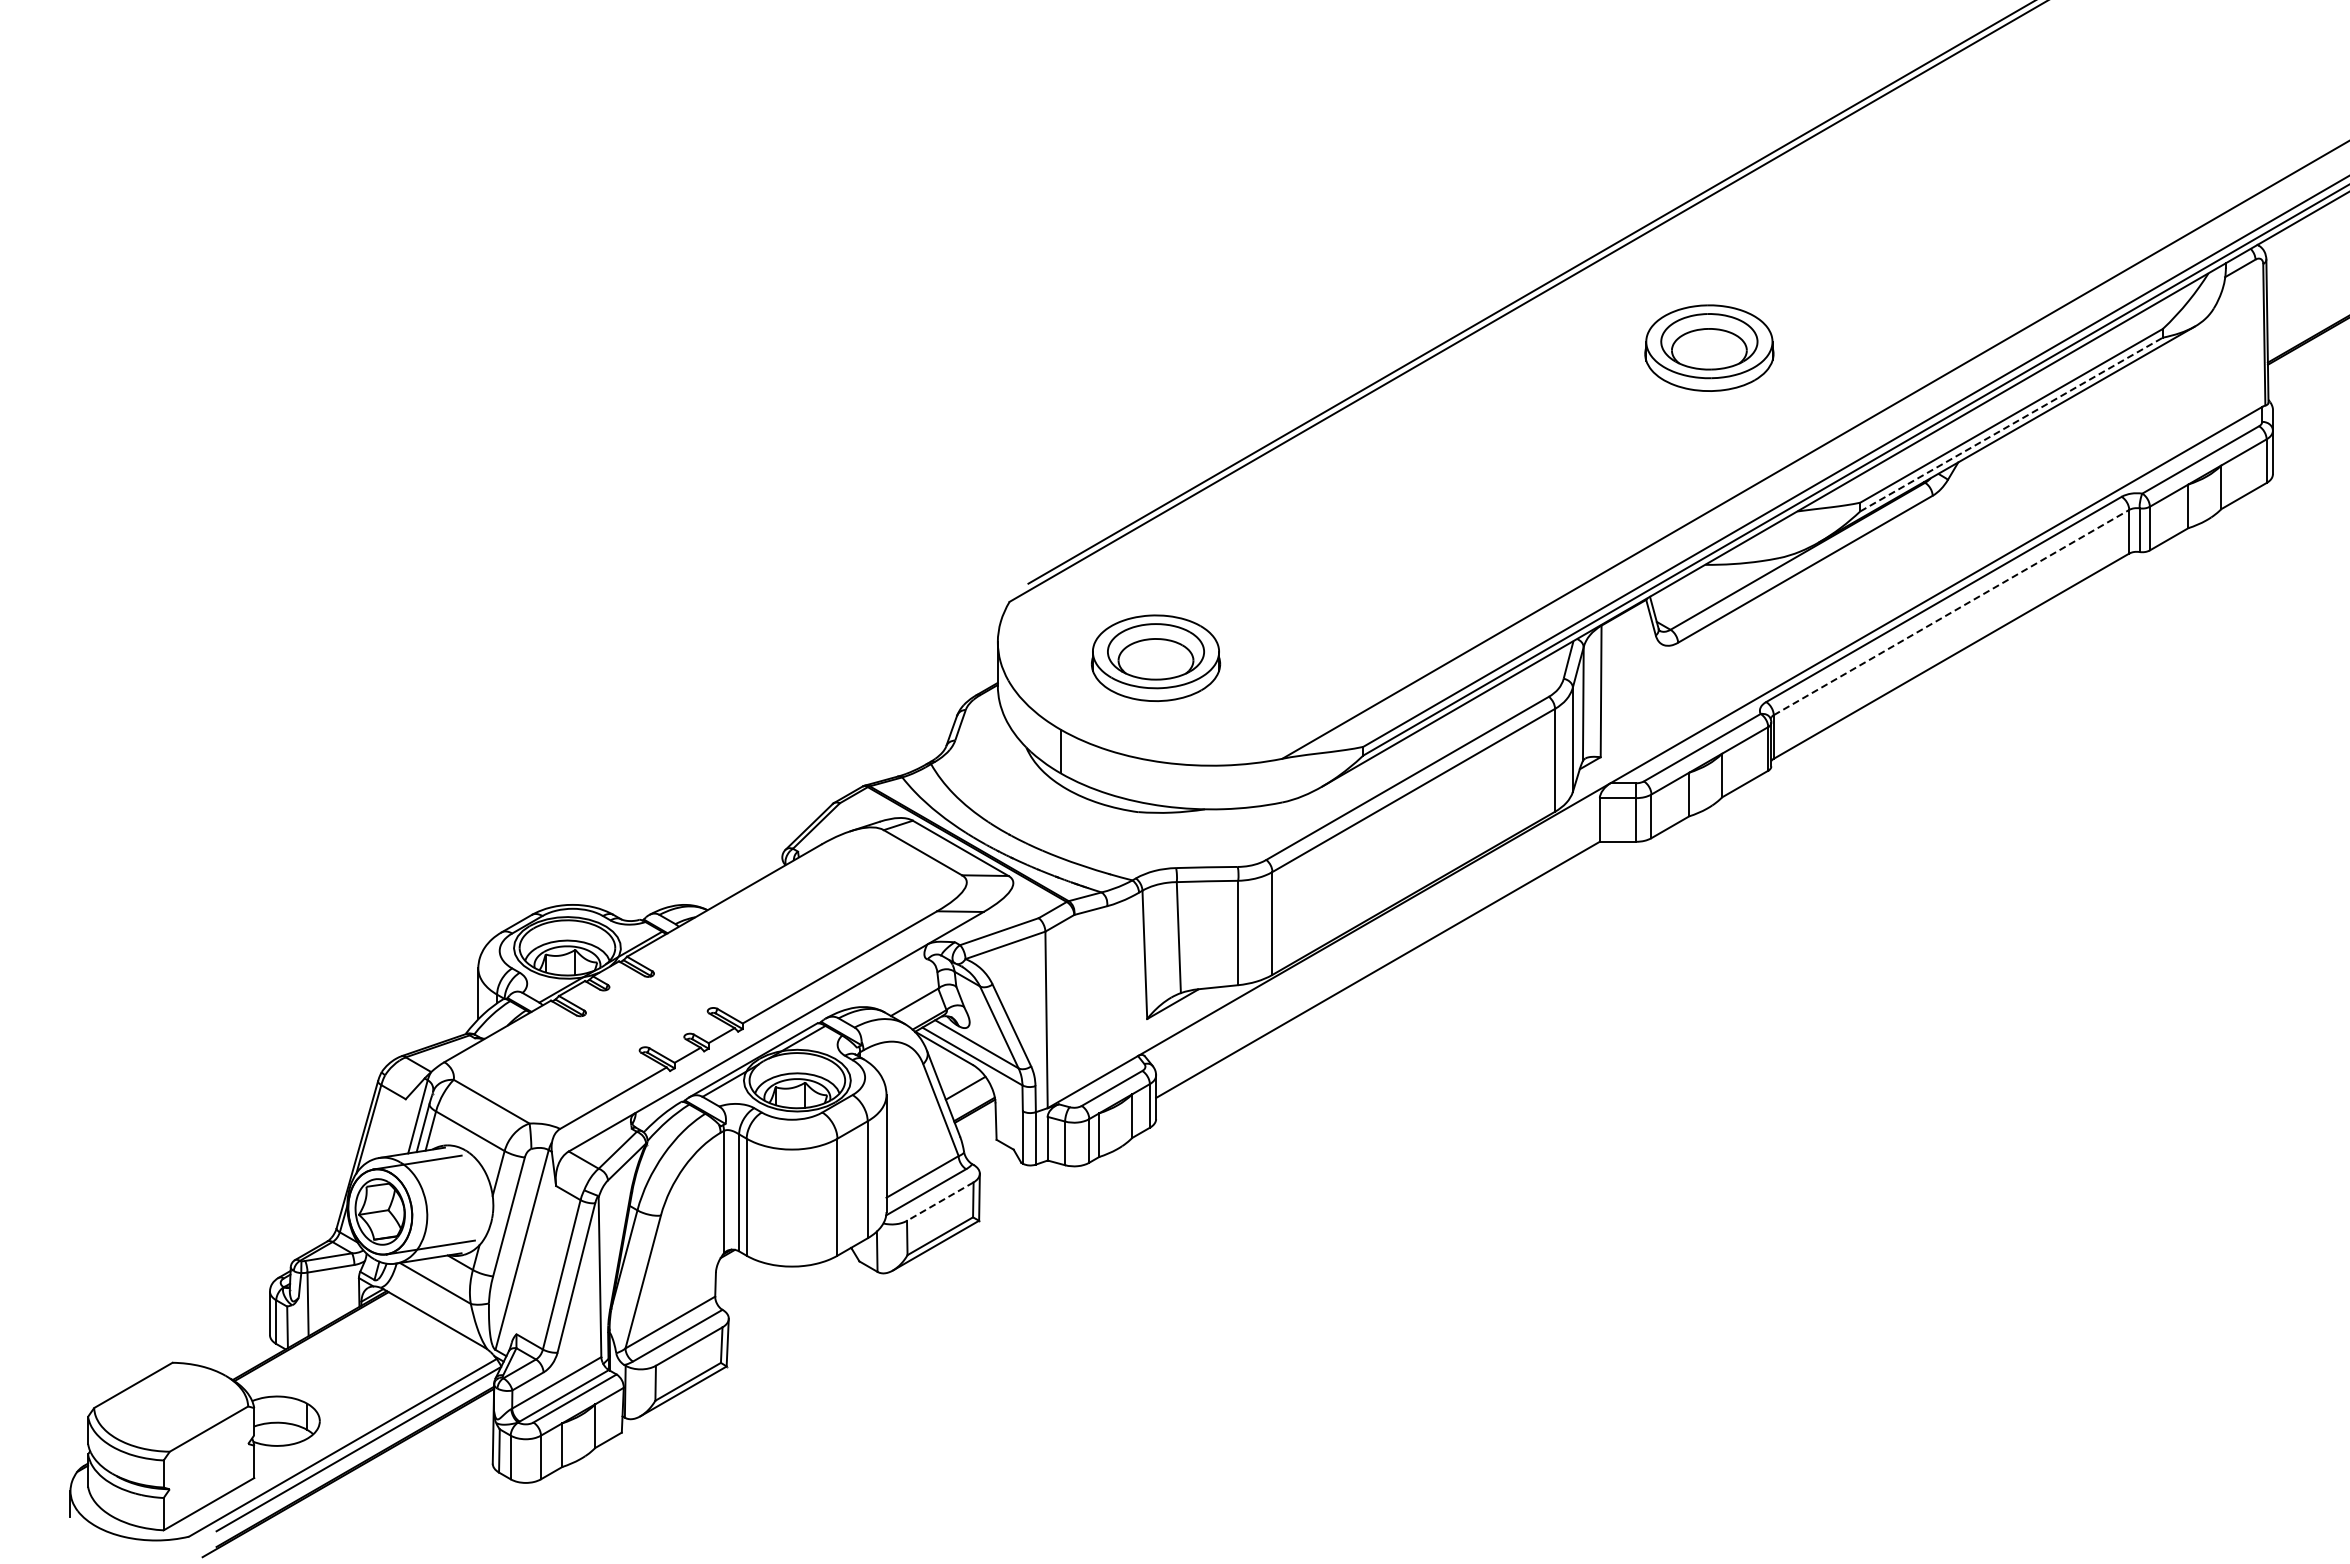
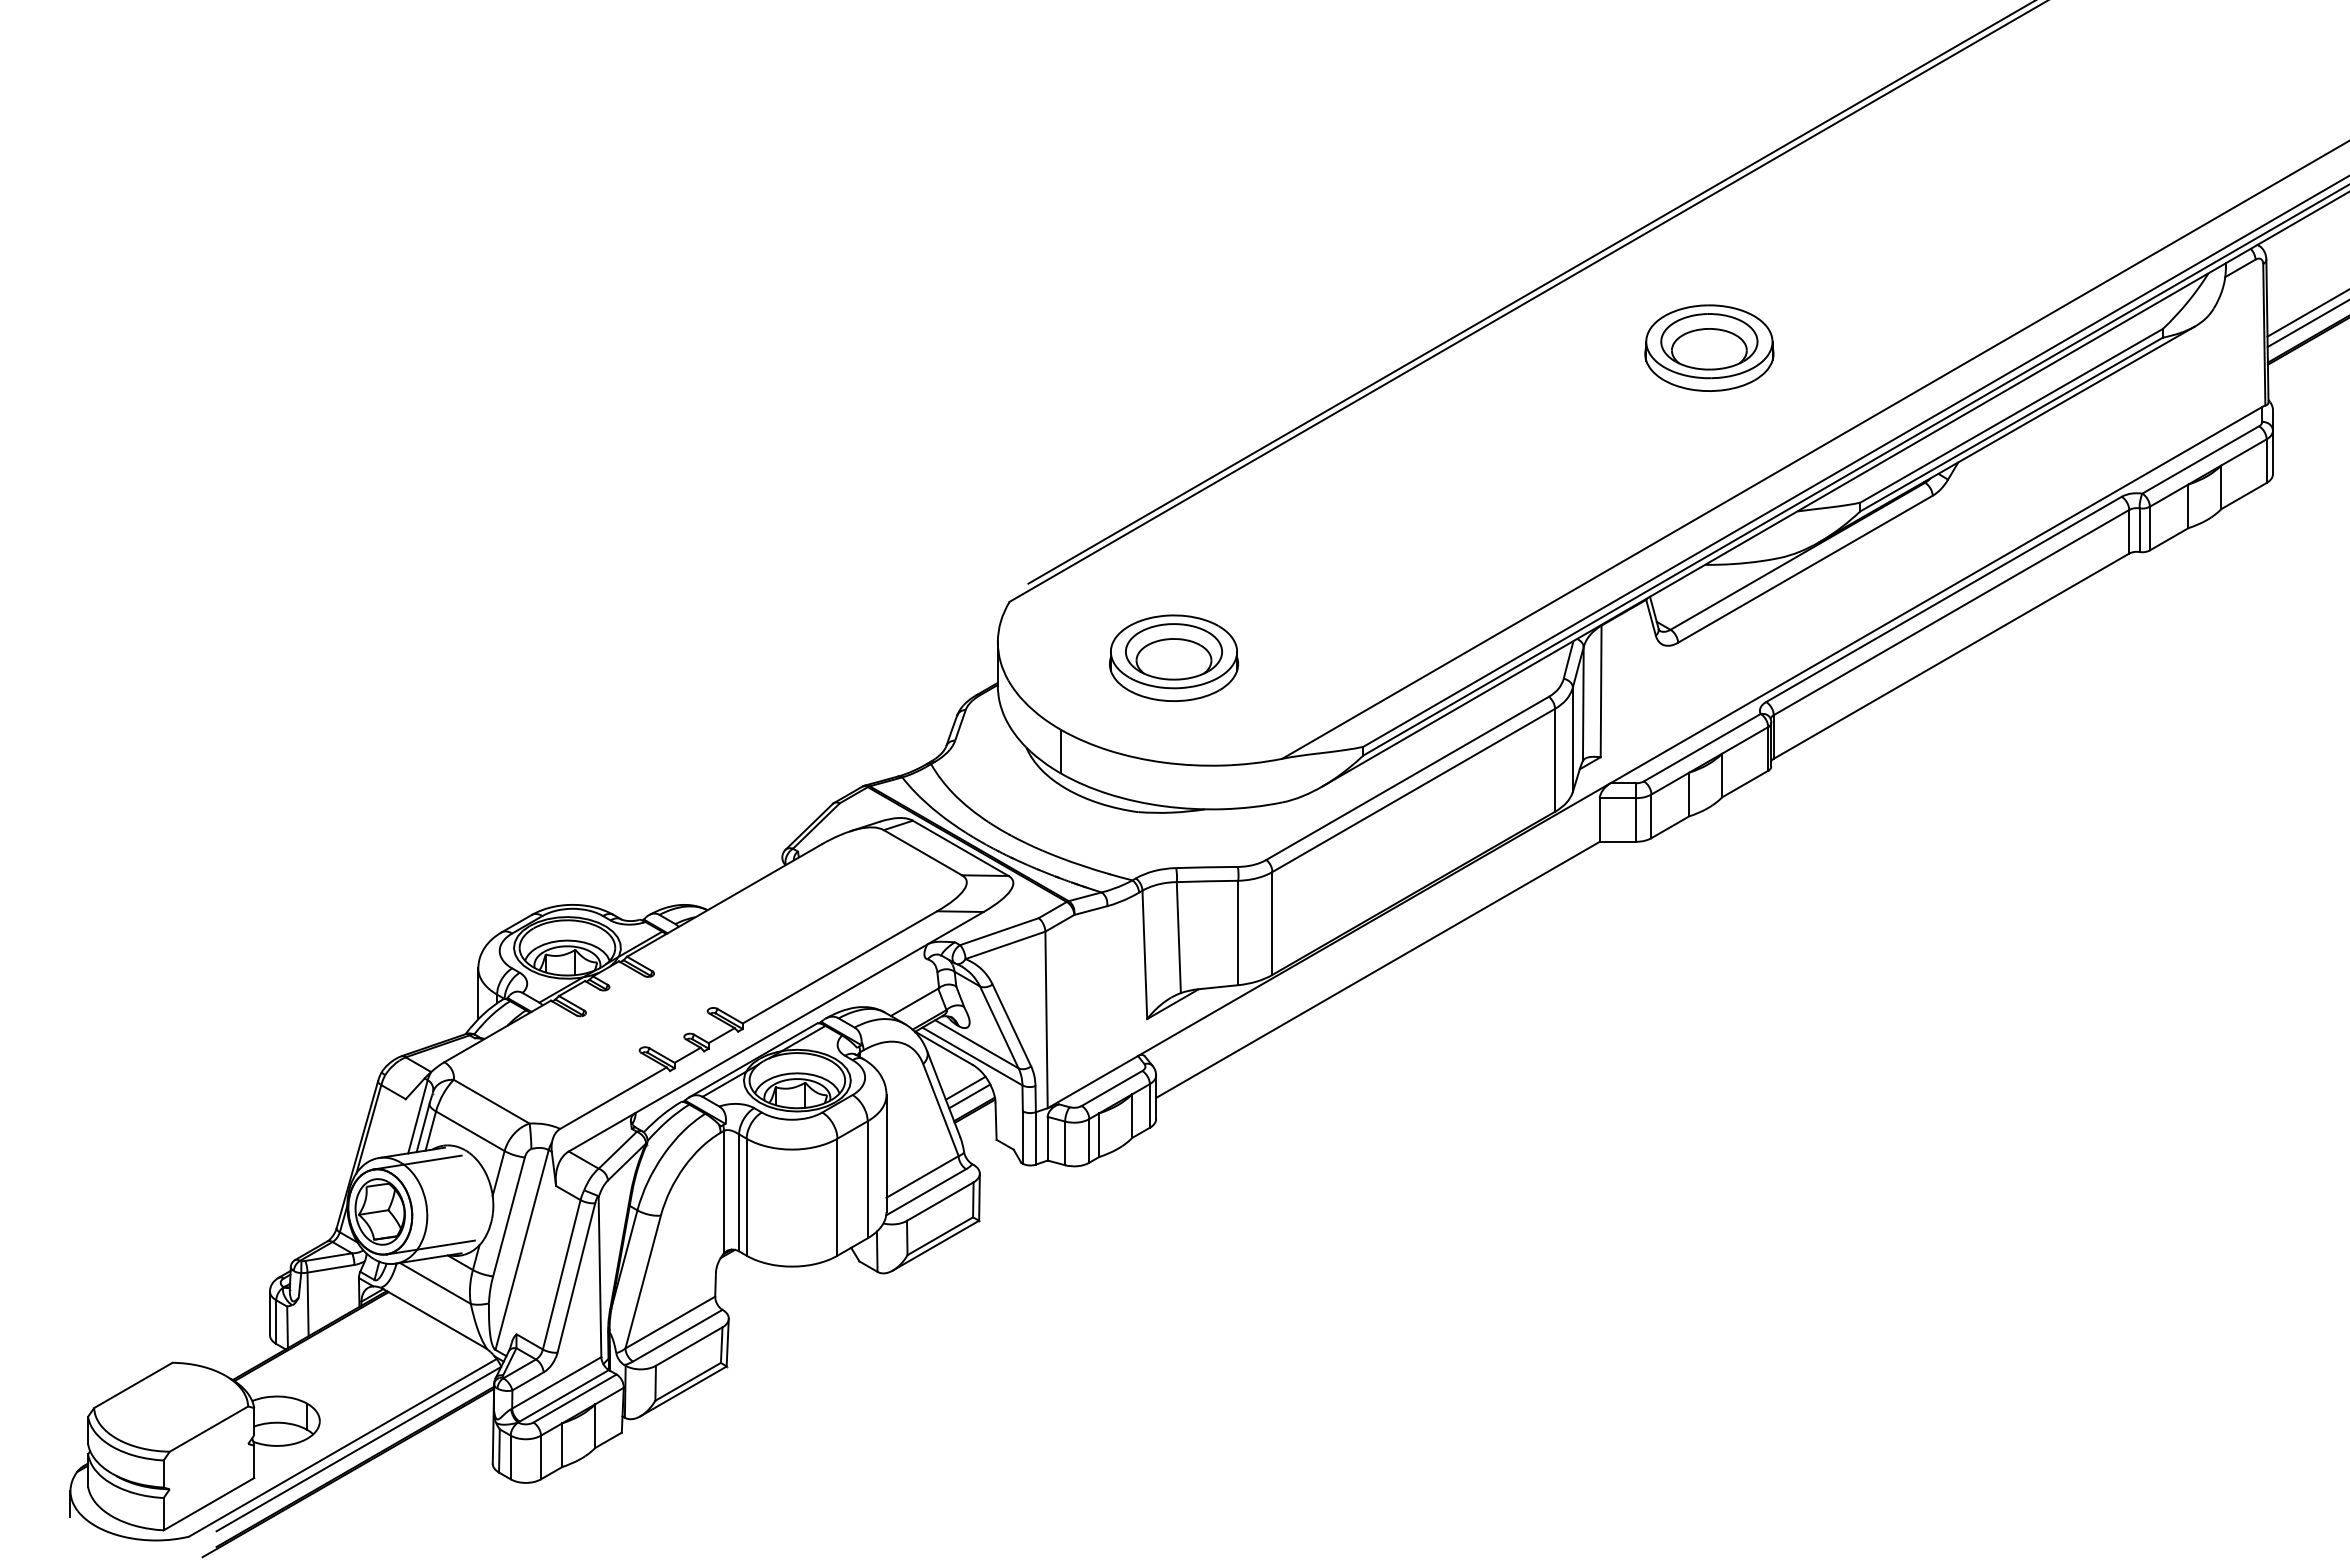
line at (2306, 313): none -> present
line at (2306, 324): none -> present
line at (2011, 424): dashed -> solid
line at (1951, 612): dashed -> solid
part at (1156, 657) position: (1156, 657) -> (1174, 657)
line at (969, 1096): none -> present
line at (939, 1201): dashed -> solid
